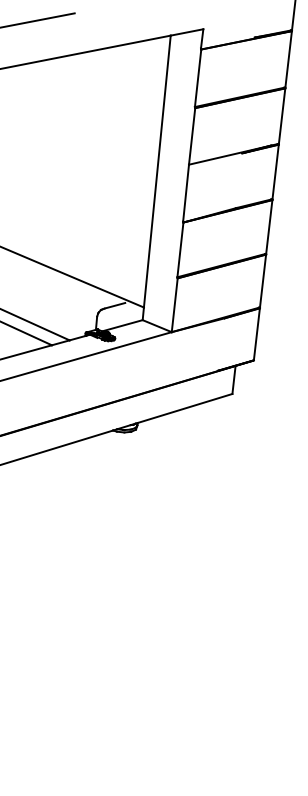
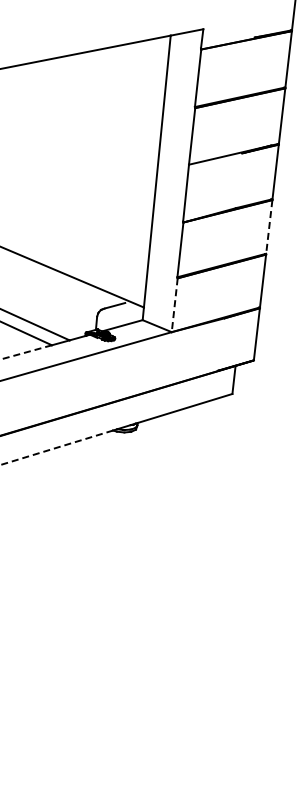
line at (38, 20): present -> none
line at (269, 226): solid -> dashed
line at (174, 305): solid -> dashed
line at (26, 352): solid -> dashed
line at (56, 447): solid -> dashed
